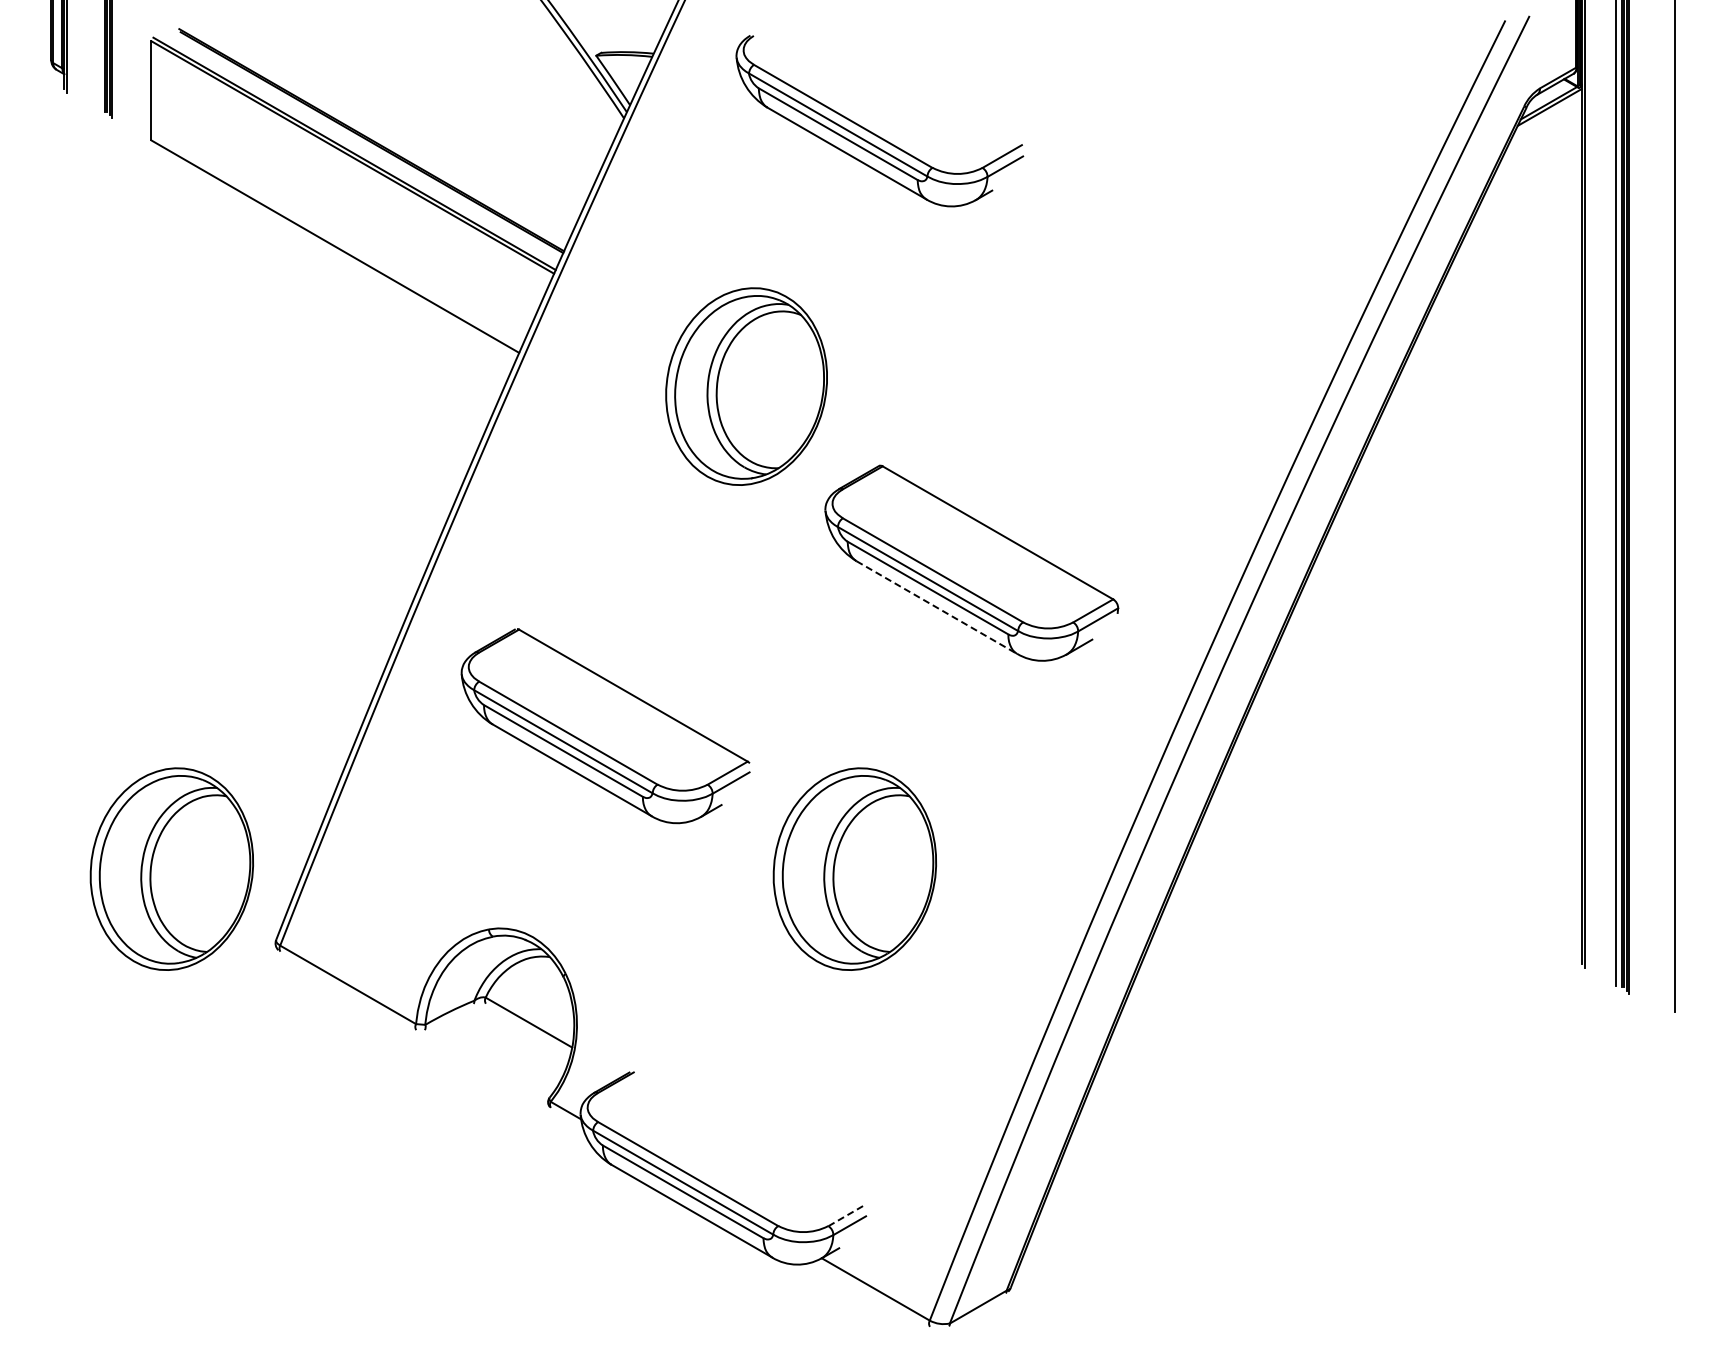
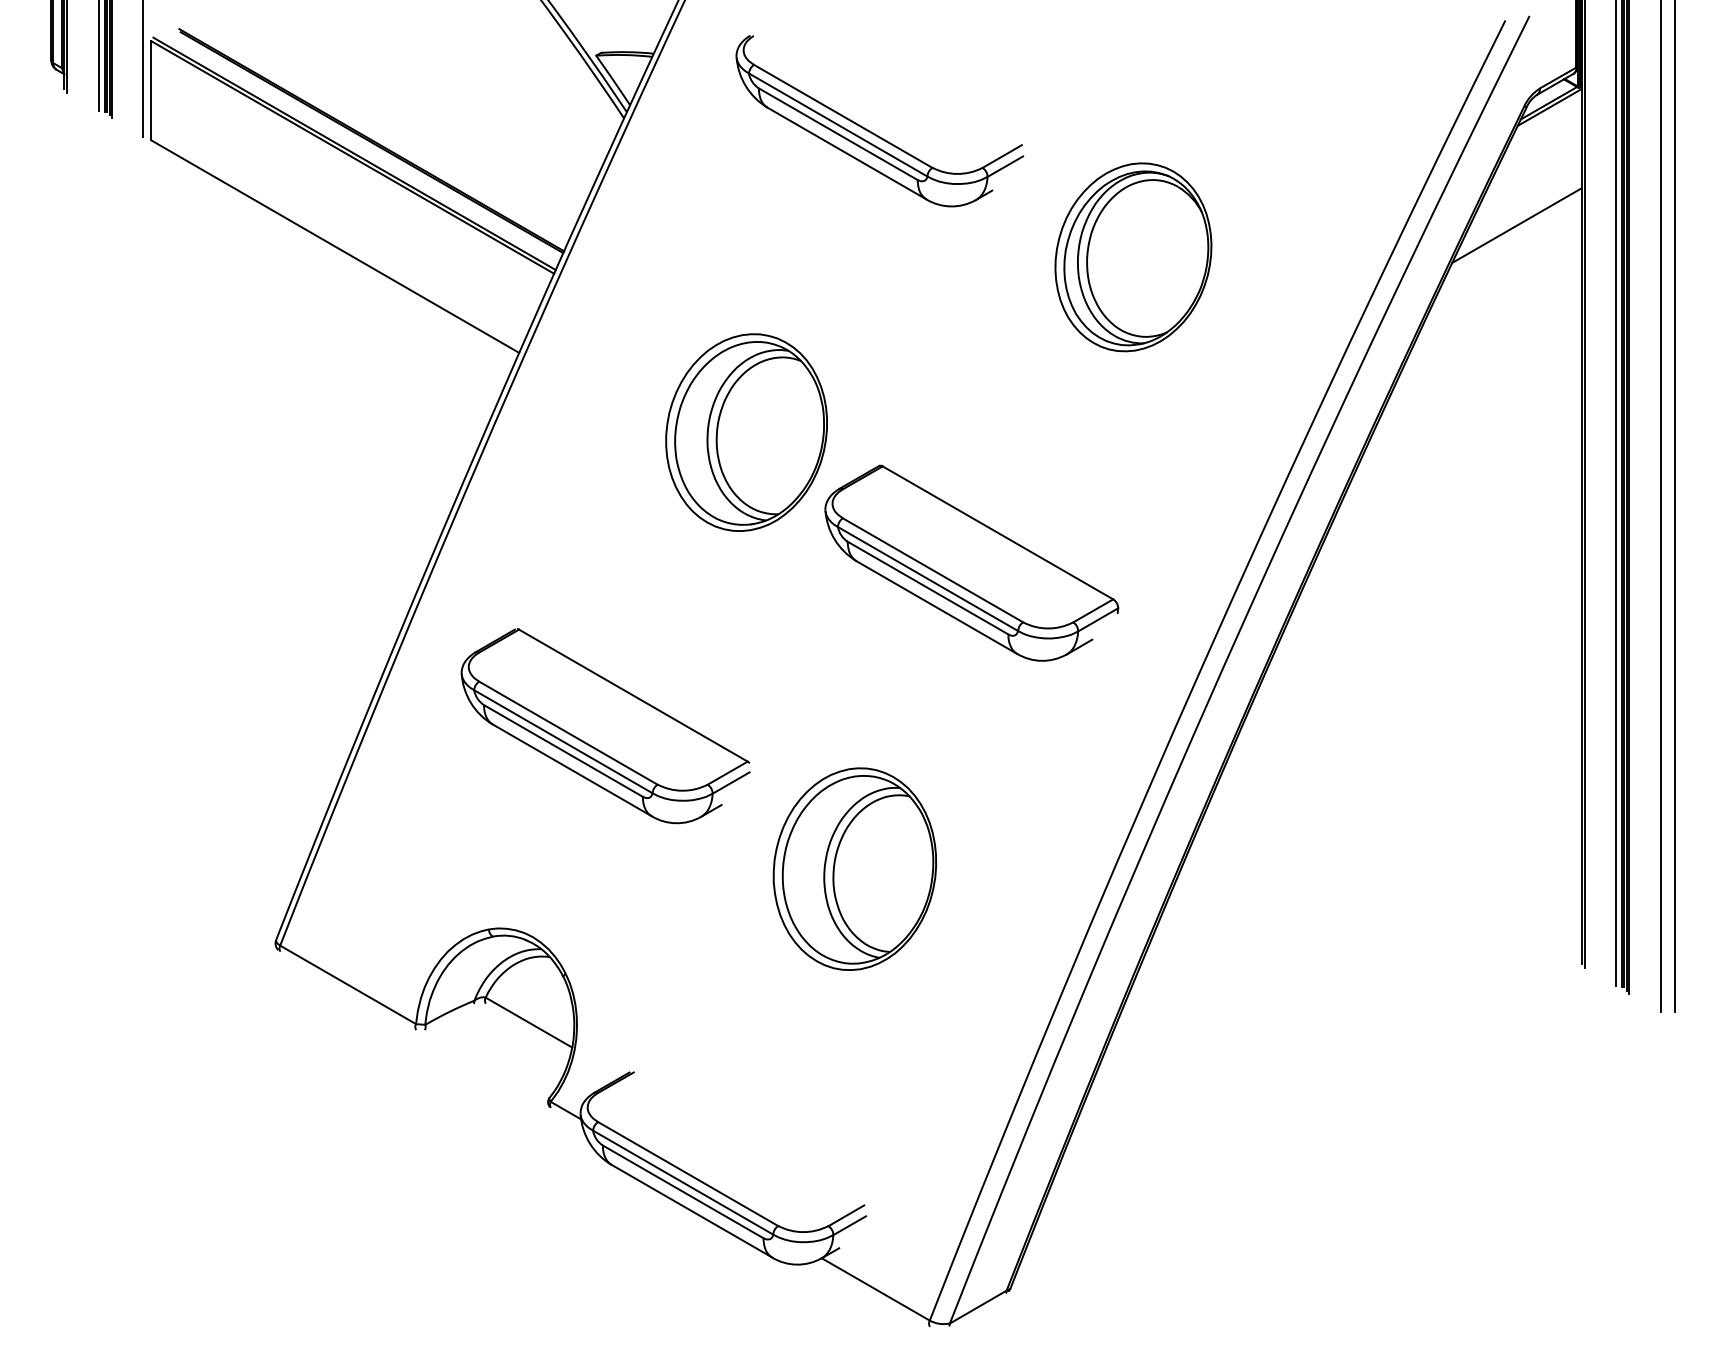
line at (98, 56): none -> present
line at (143, 69): none -> present
line at (1516, 225): none -> present
part at (1133, 257): none -> present
part at (746, 386) position: (746, 386) -> (746, 432)
line at (1660, 506): none -> present
line at (936, 607): dashed -> solid
part at (171, 868): present -> none
line at (846, 1215): dashed -> solid
